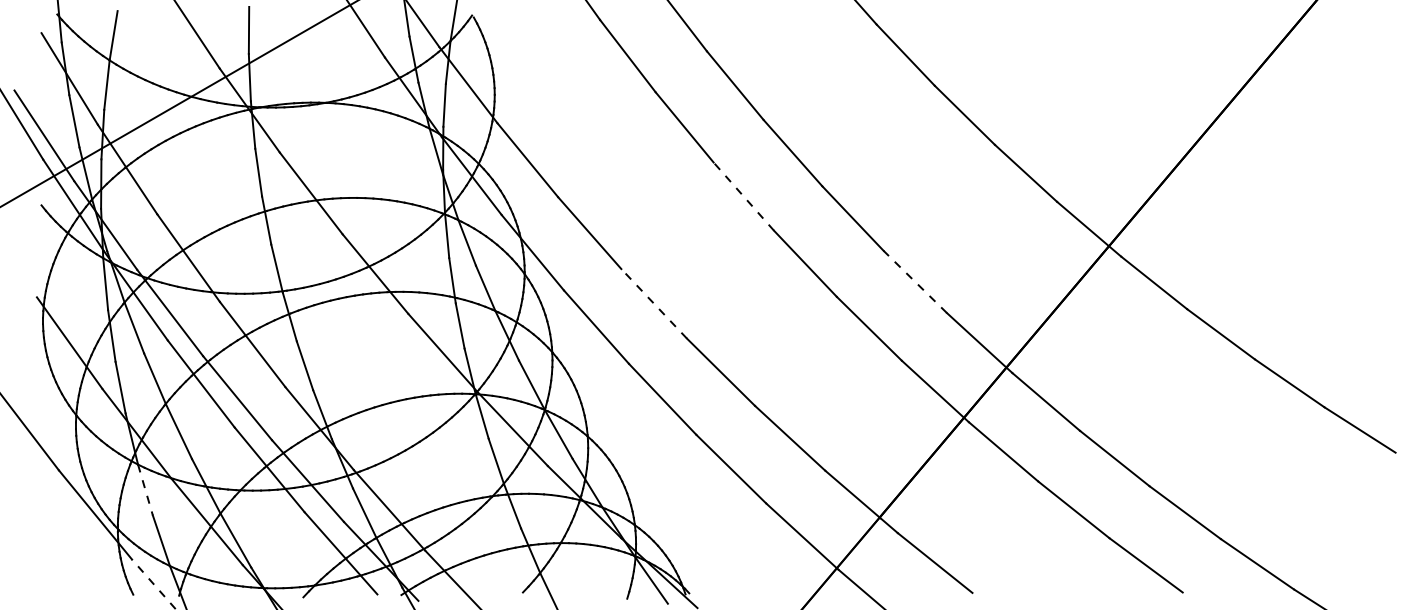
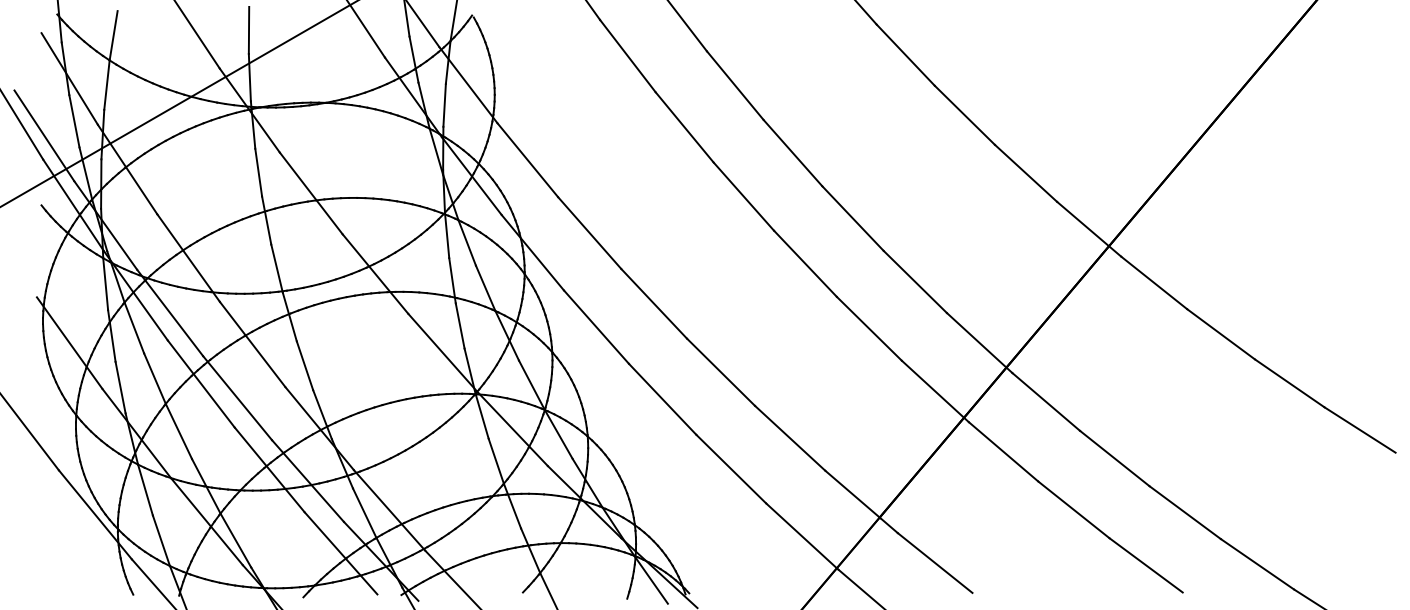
line at (743, 196): dashed -> solid
line at (914, 281): dashed -> solid
line at (654, 303): dashed -> solid
line at (145, 490): dashed -> solid
line at (153, 583): dashed -> solid
